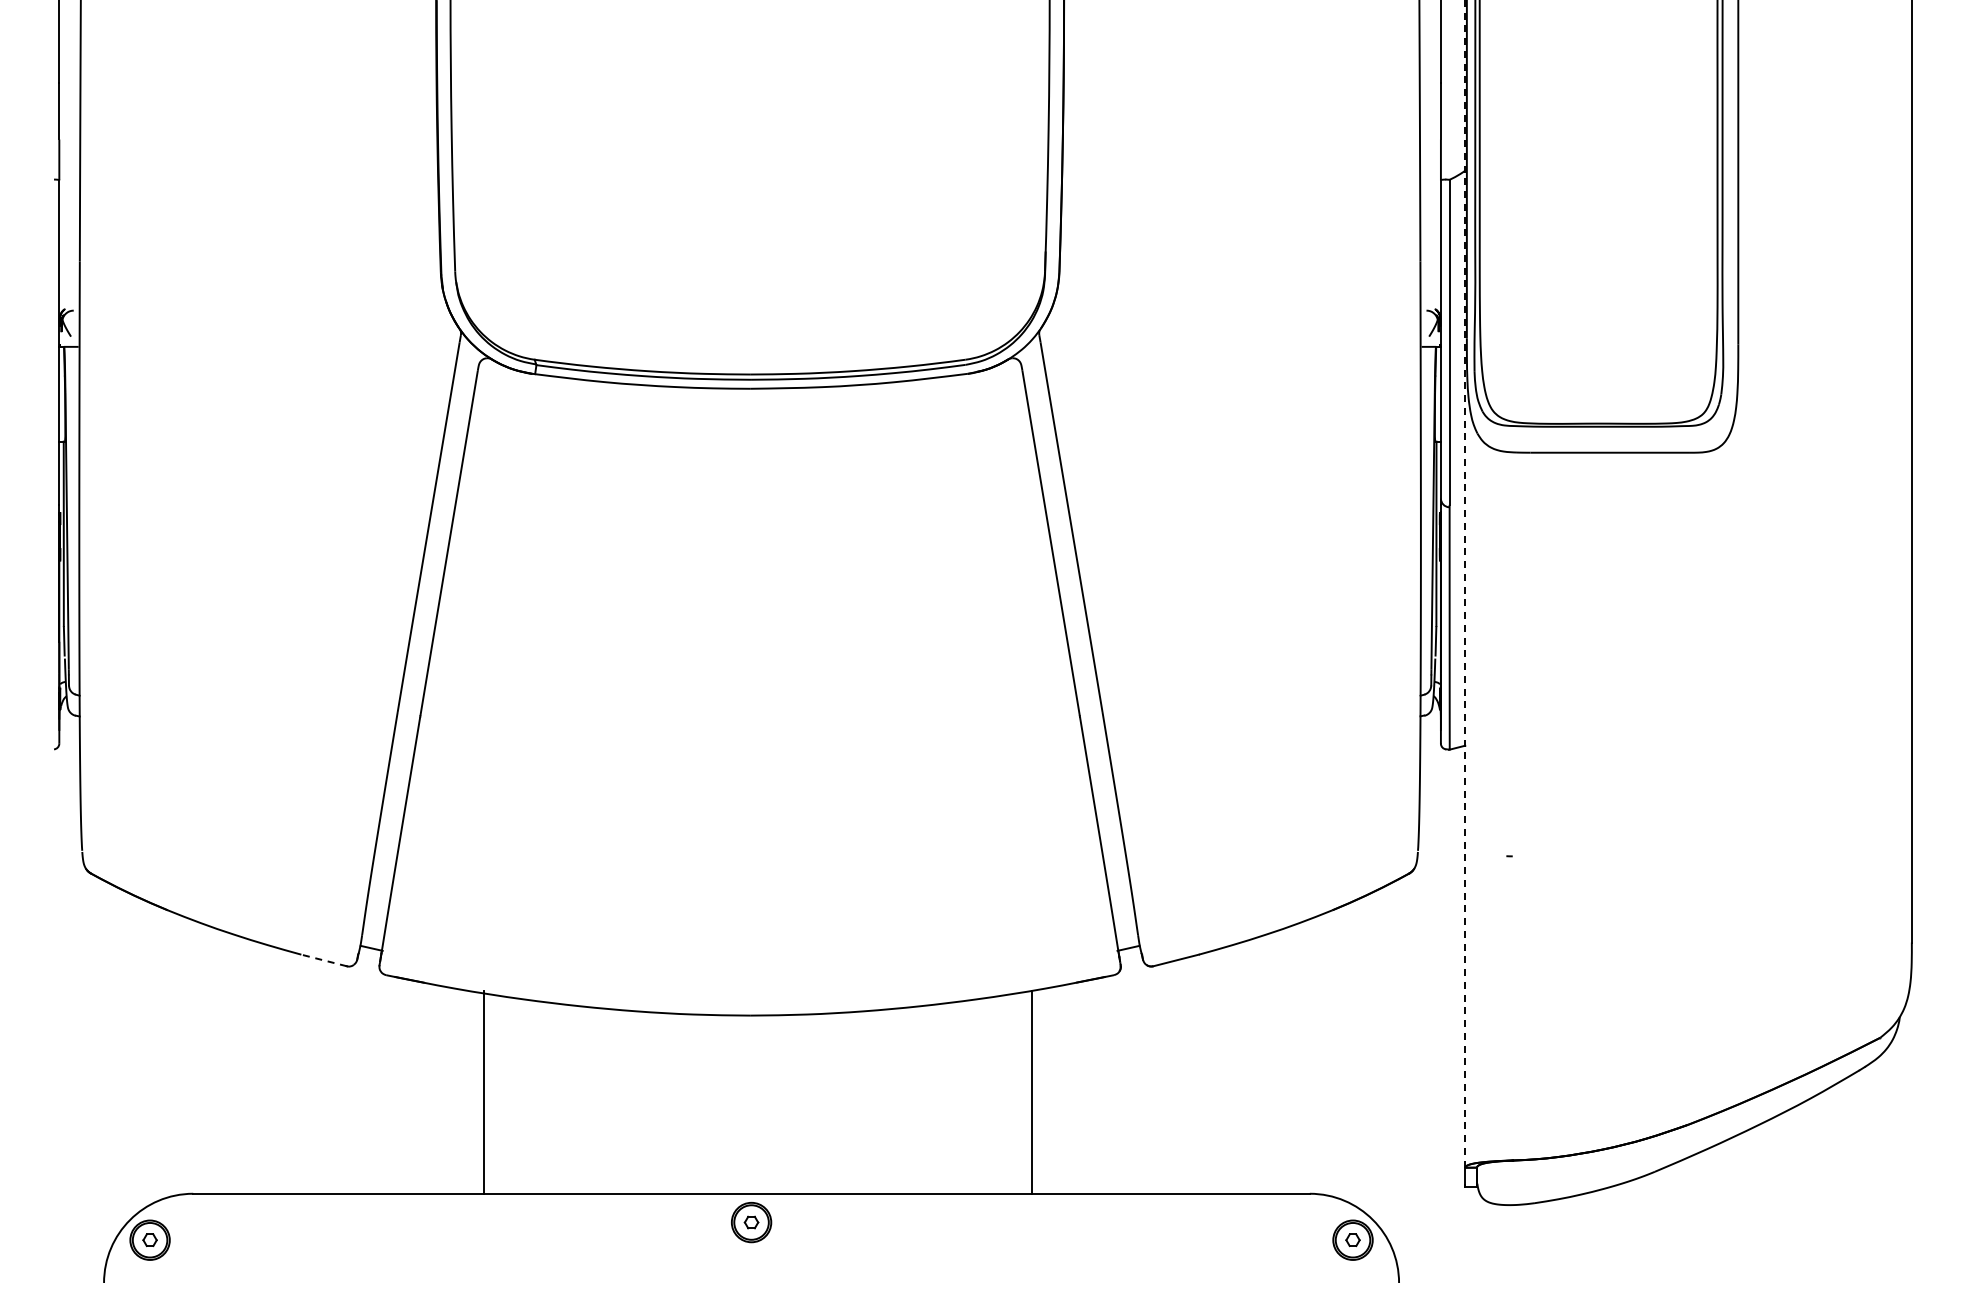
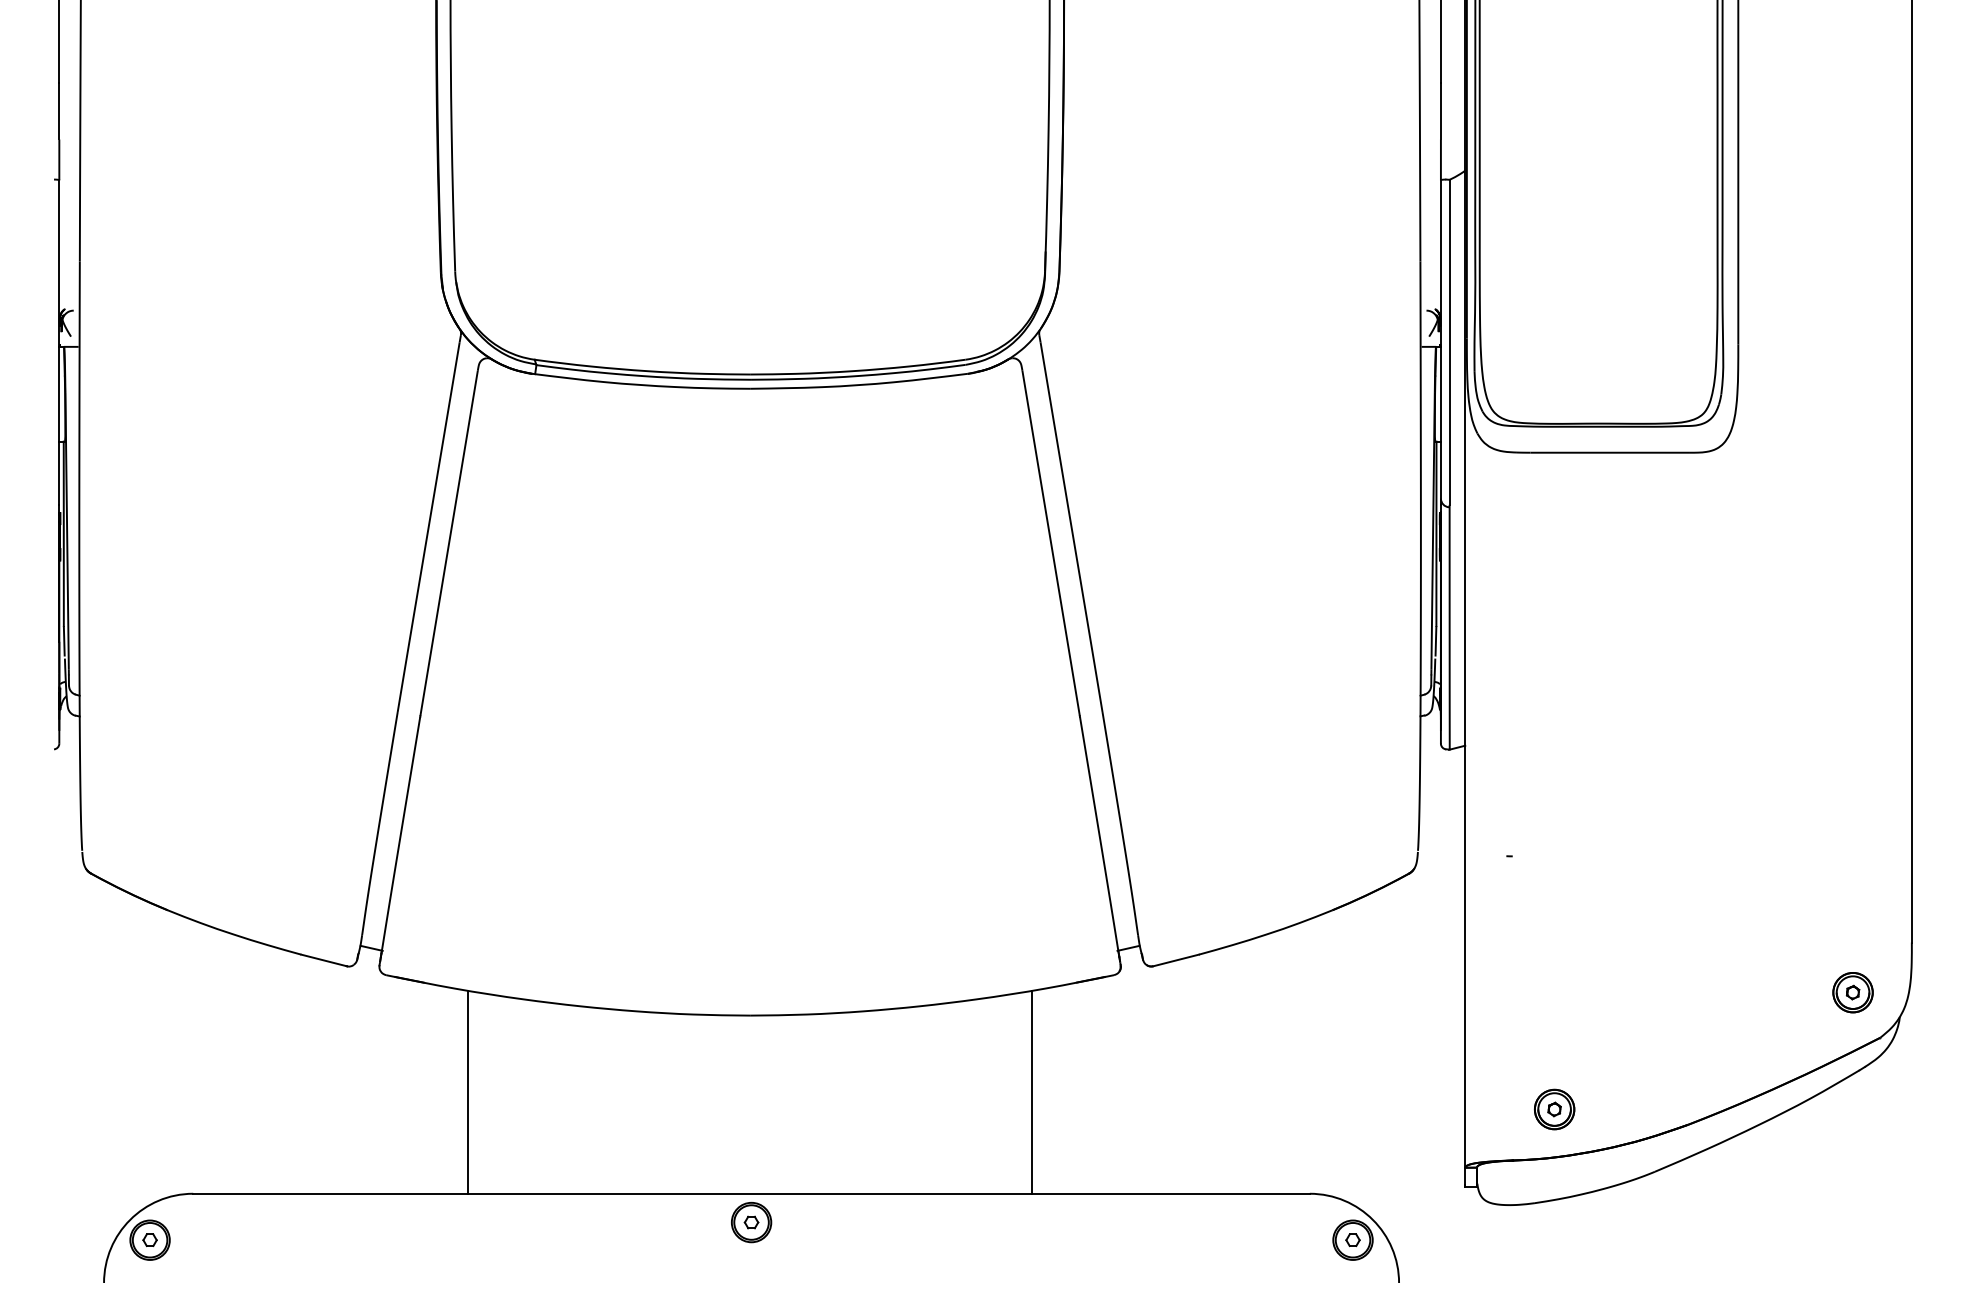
line at (1465, 584): dashed -> solid
line at (323, 960): dashed -> solid
part at (1852, 992): none -> present
line at (484, 1091) position: (484, 1091) -> (468, 1091)
part at (1554, 1109): none -> present
